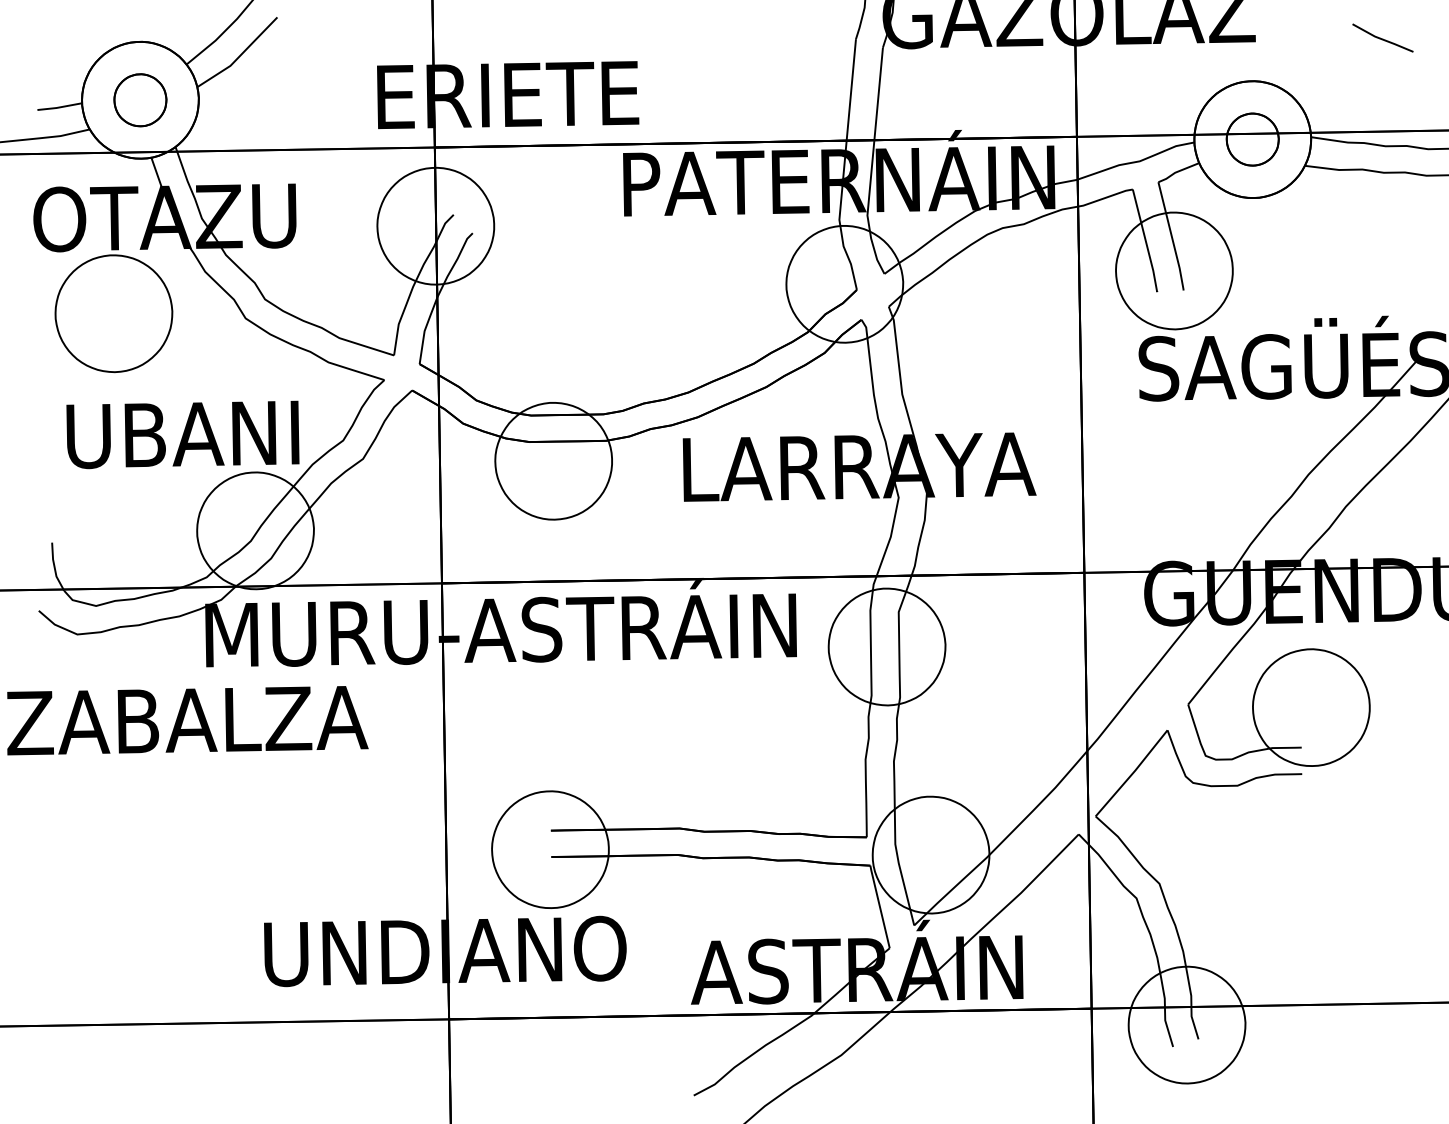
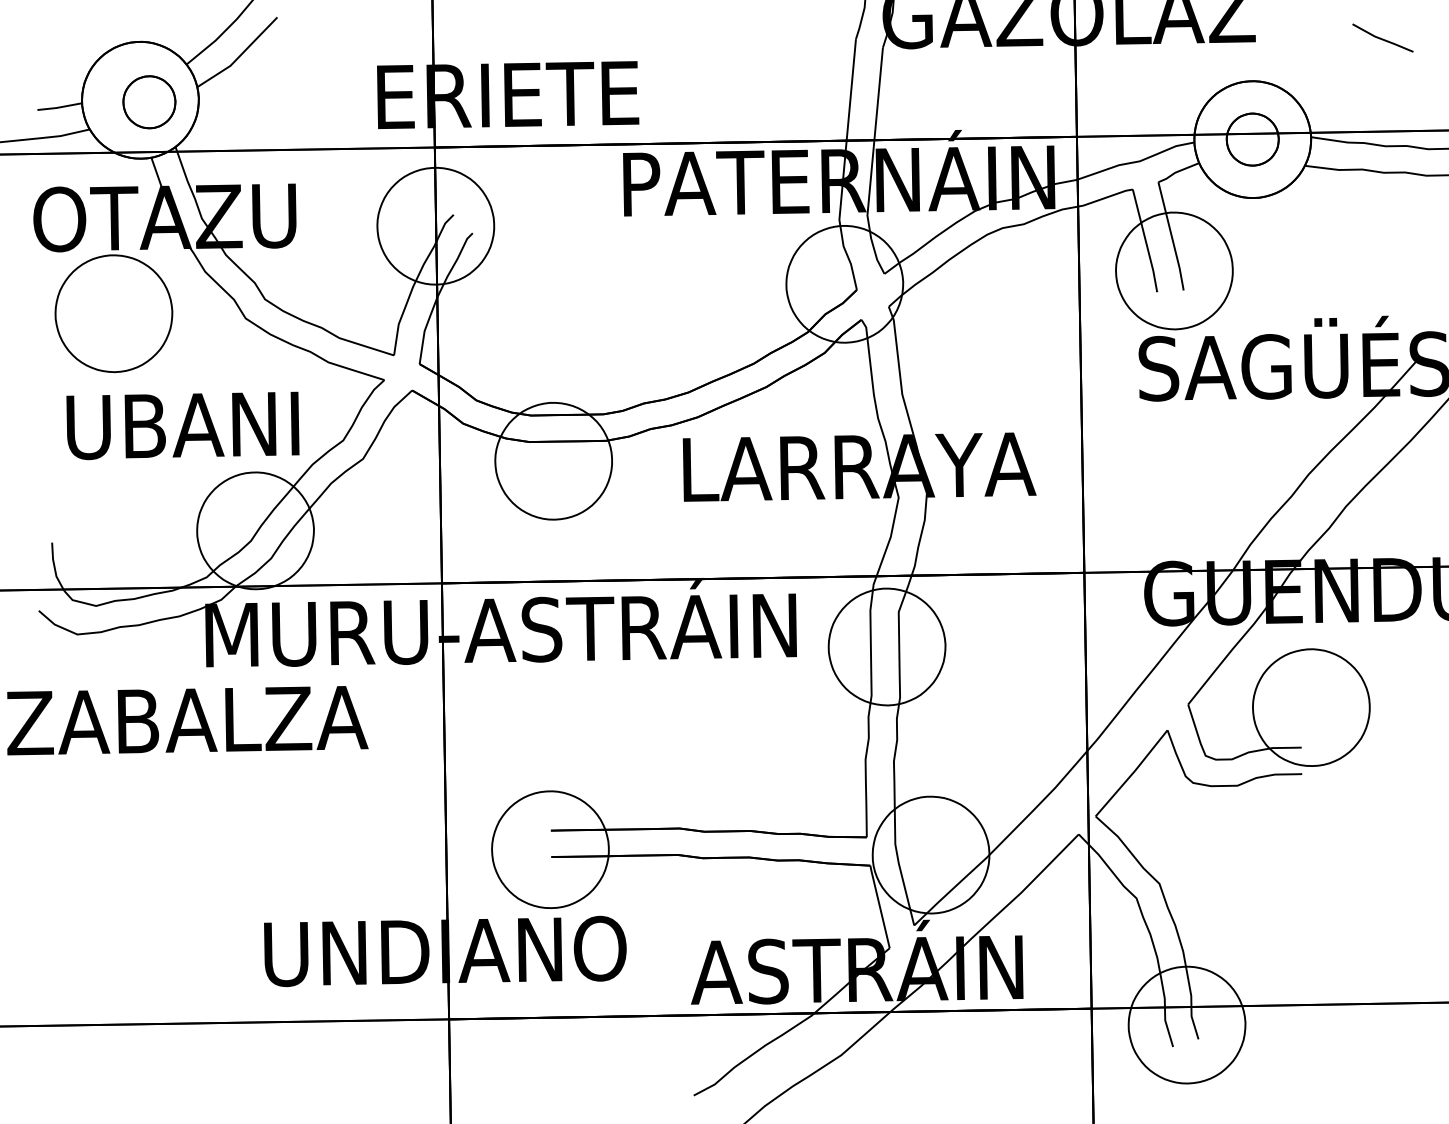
part at (140, 100) position: (140, 100) -> (149, 102)
text at (182, 434) position: (182, 434) -> (182, 425)
